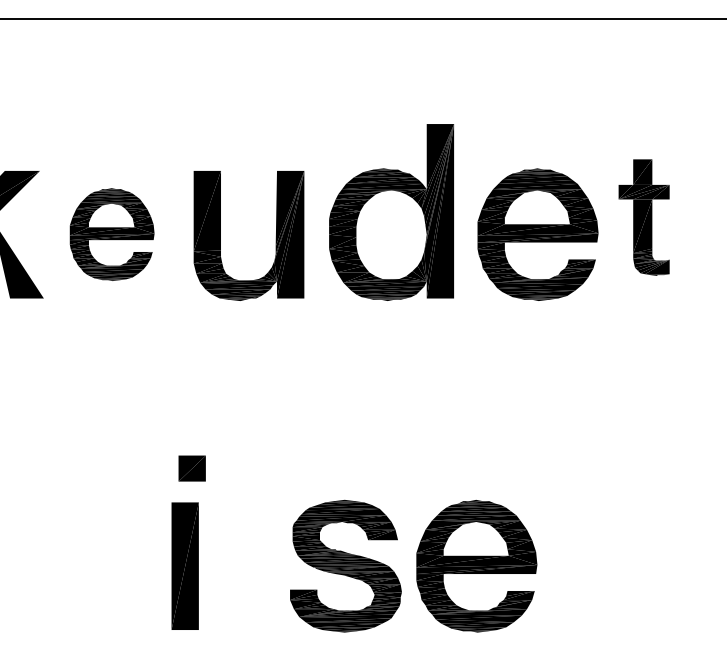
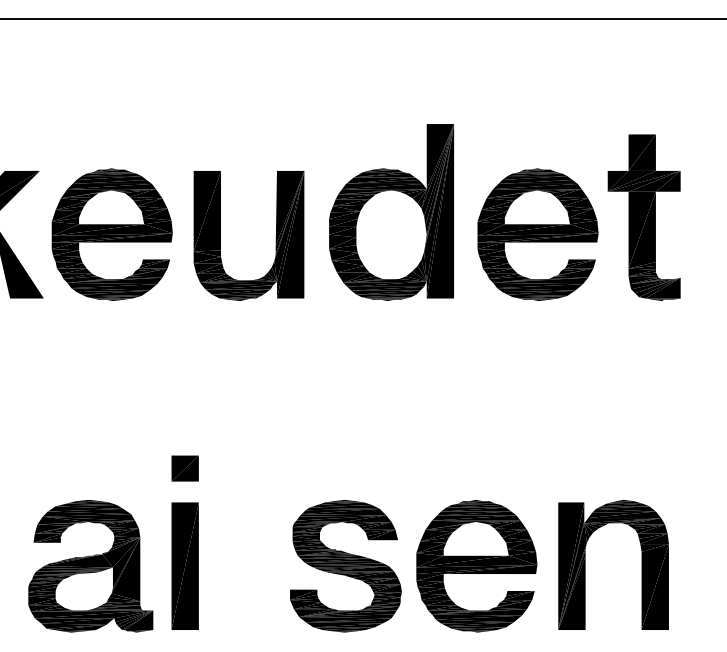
part at (643, 217) size: 52x117 px -> 74x167 px
part at (111, 234) size: 86x93 px -> 122x133 px
part at (191, 468) position: (191, 468) -> (184, 468)
part at (585, 564): none -> present
part at (90, 565): none -> present
